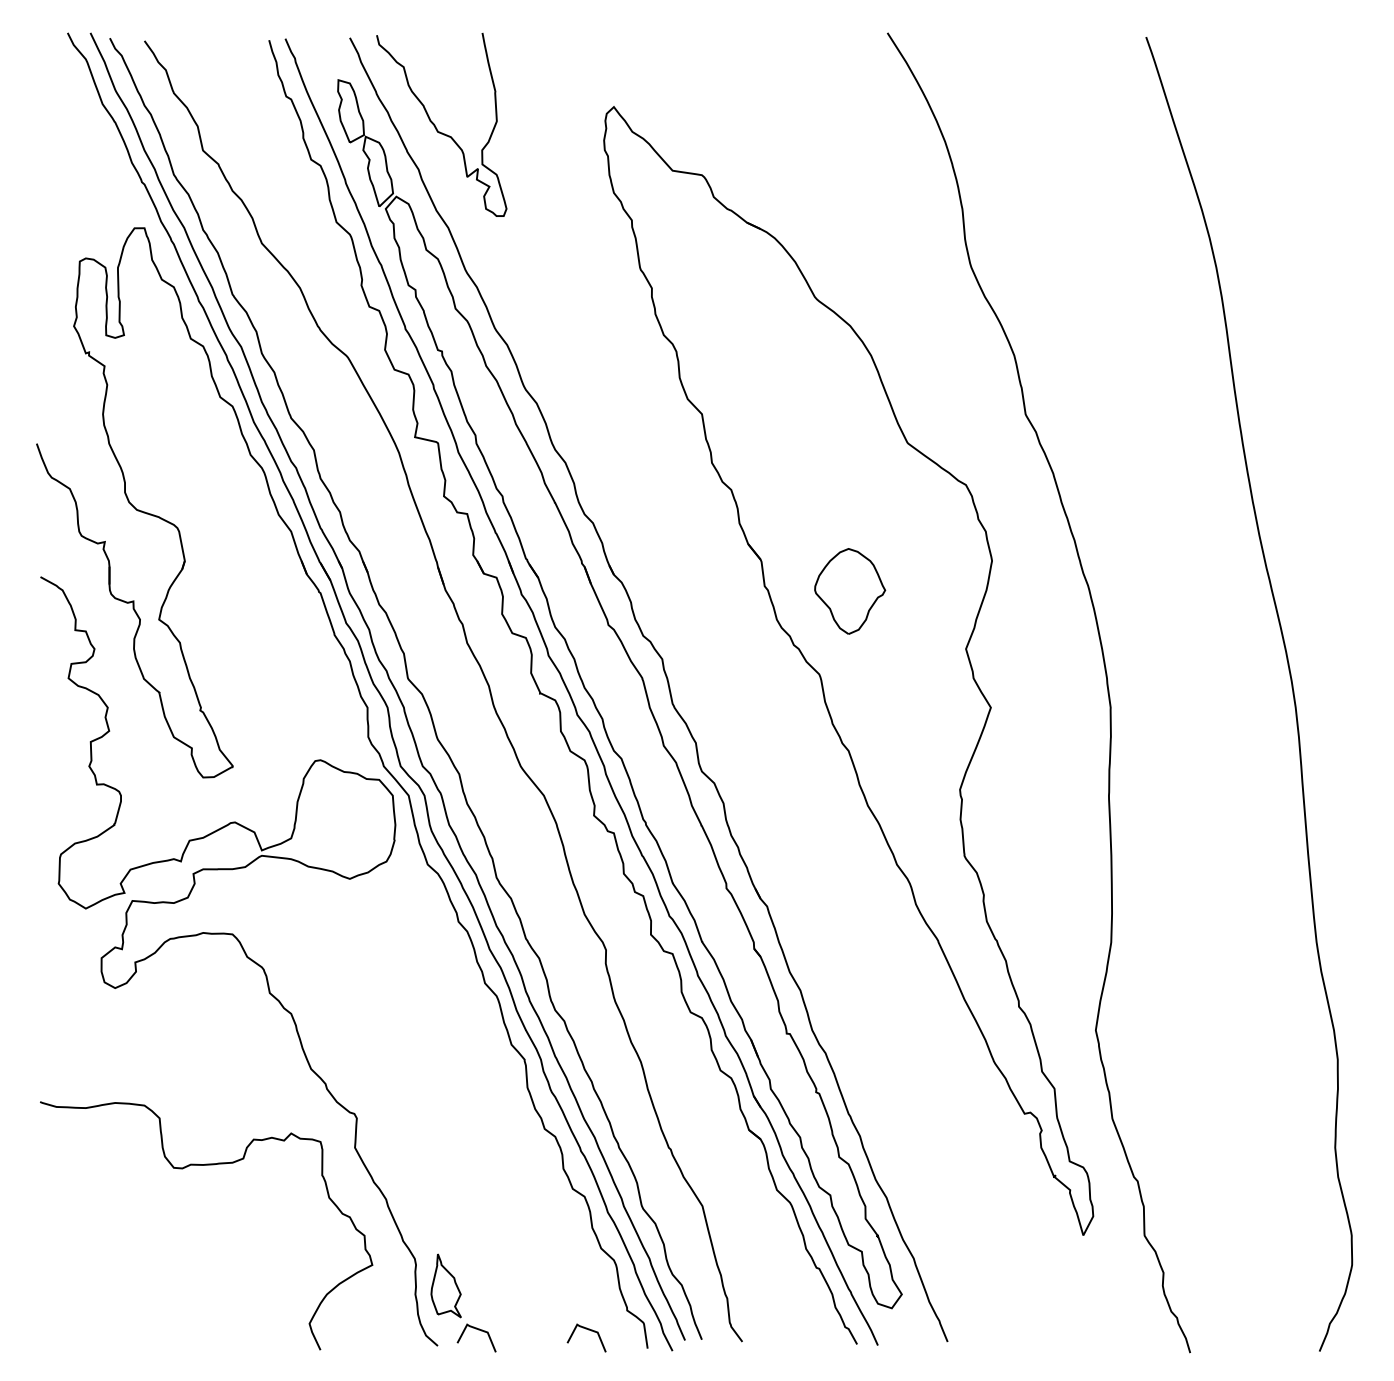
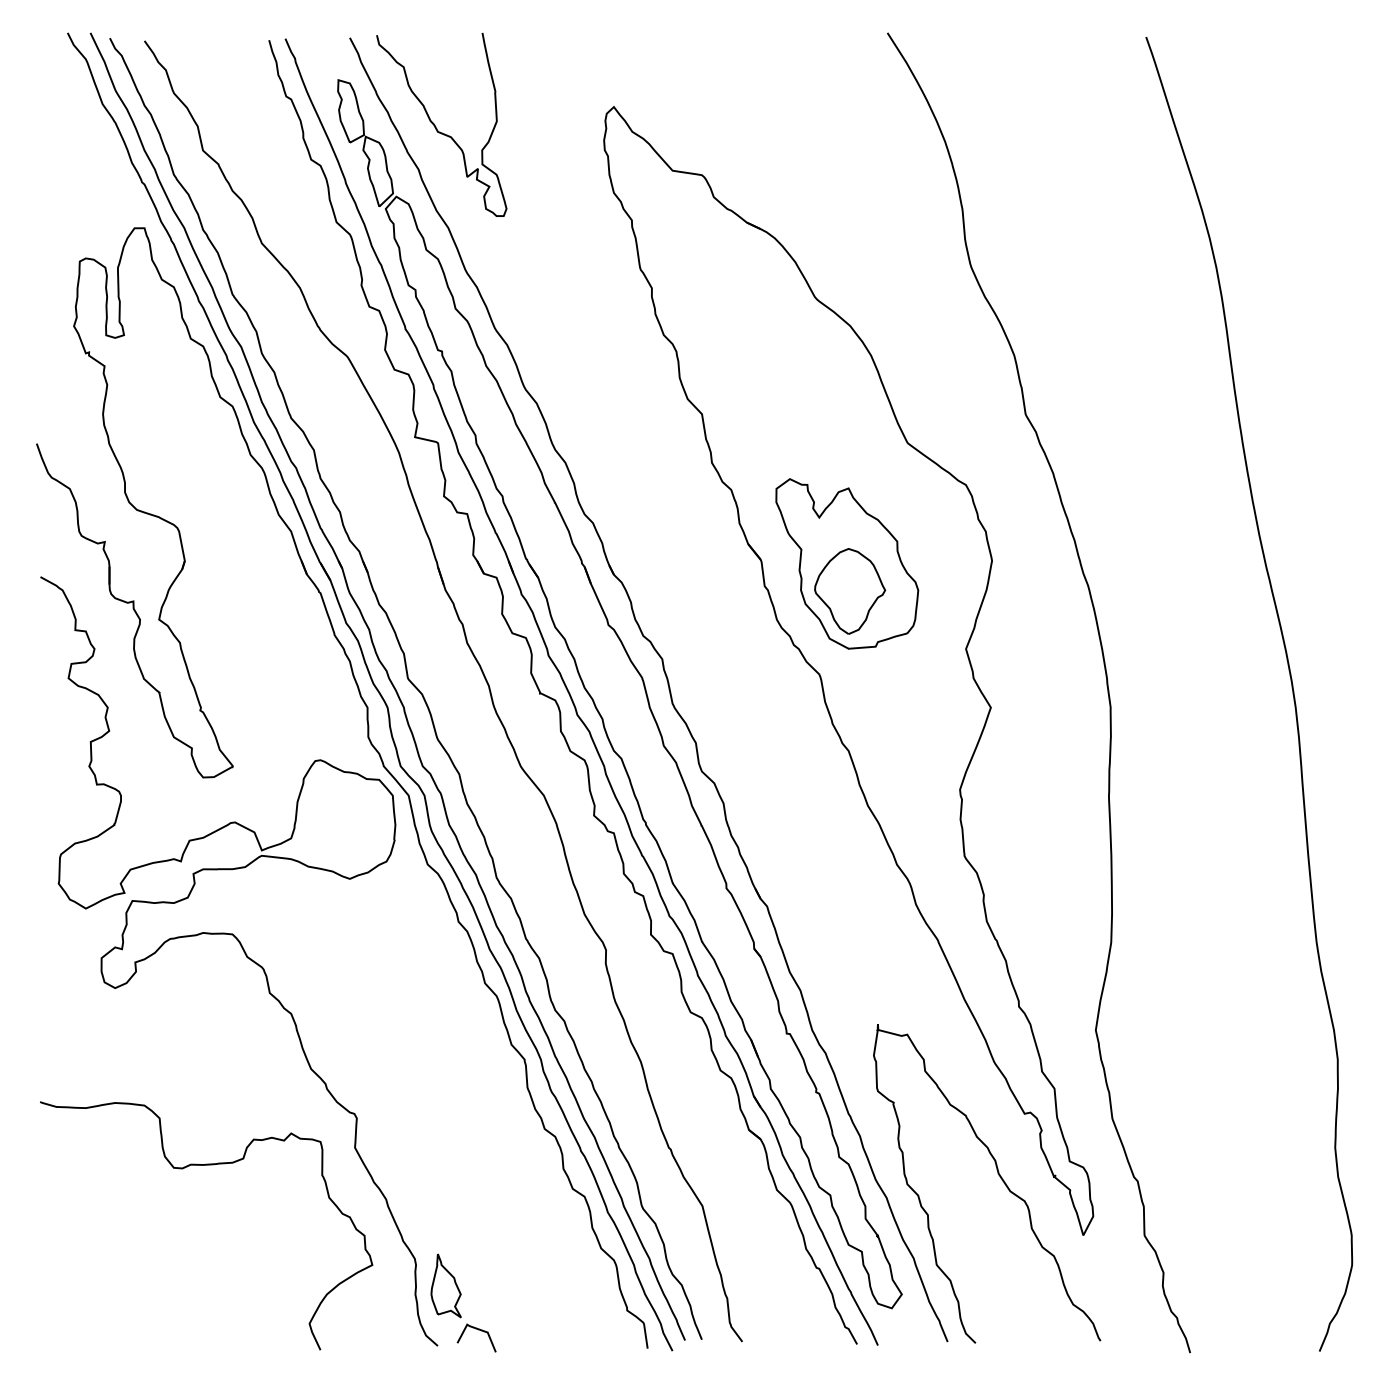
part at (847, 563): none -> present
curve at (998, 1175): none -> present
line at (588, 1330): present -> none
